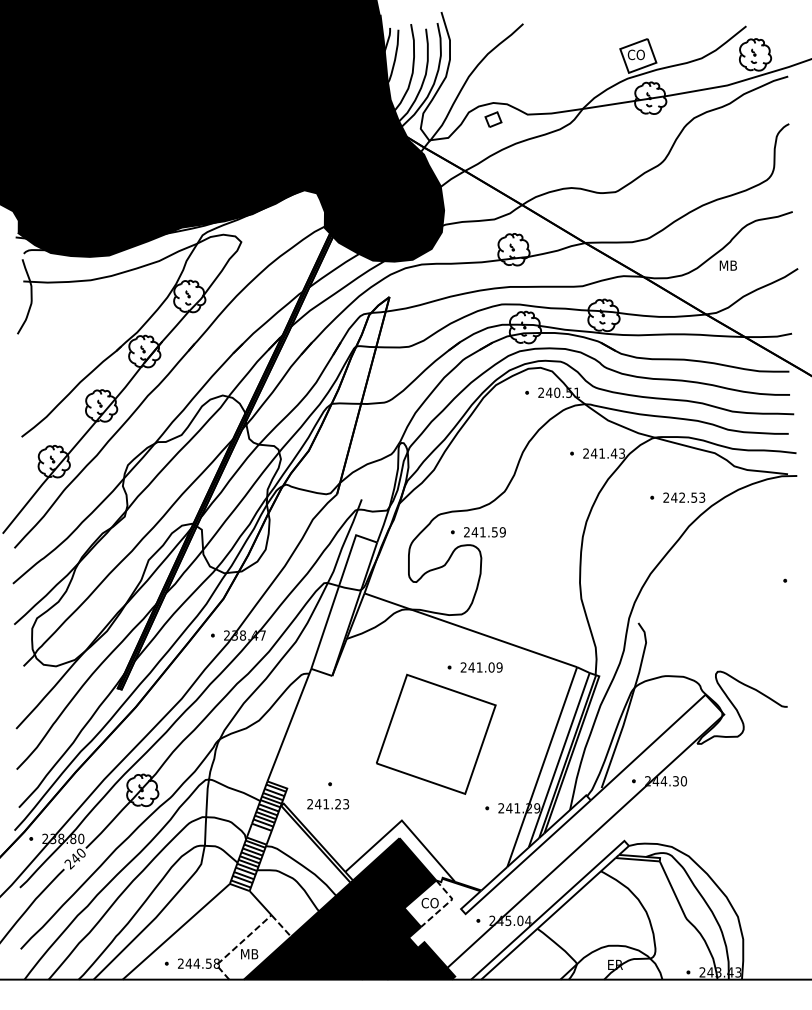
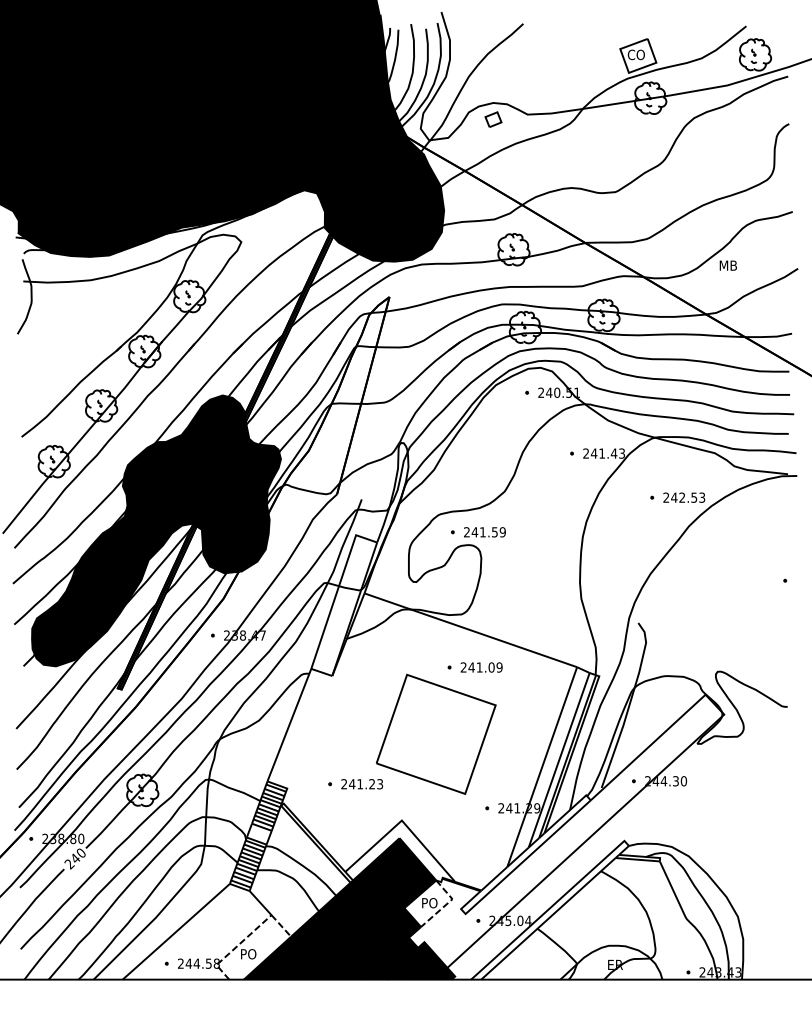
fill at (156, 530): none -> present
text at (328, 804) position: (328, 804) -> (362, 784)
text at (429, 903): CO -> PO
text at (250, 954): MB -> PO
